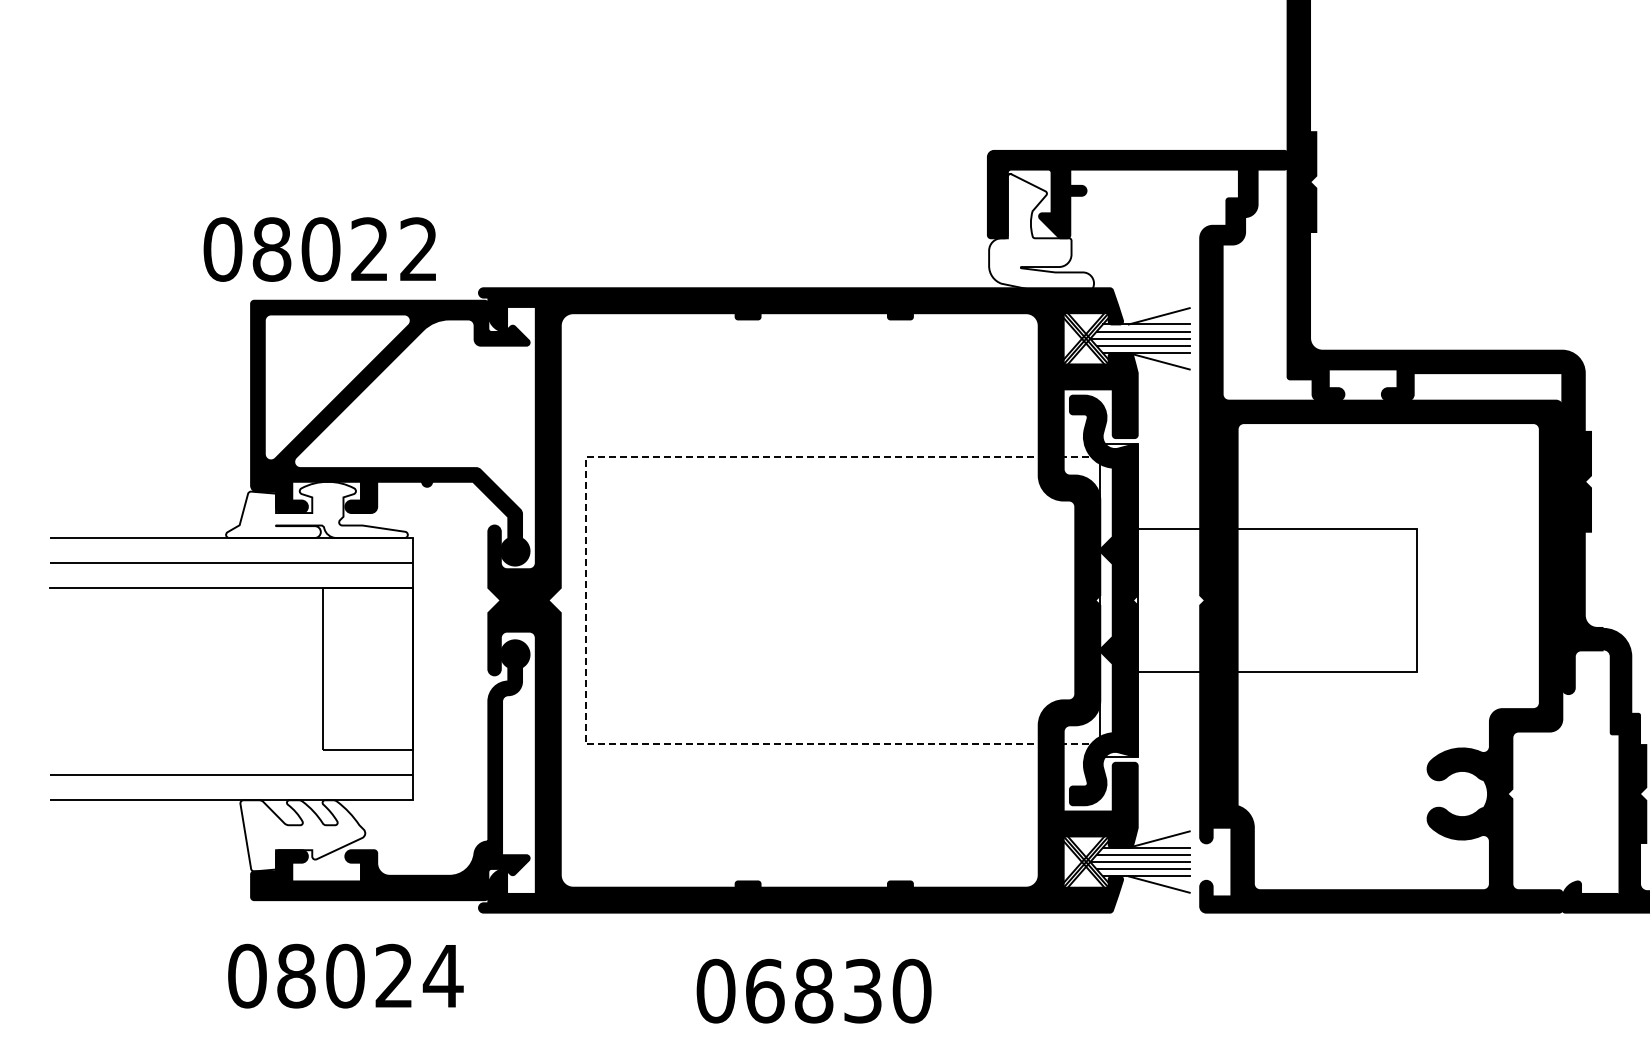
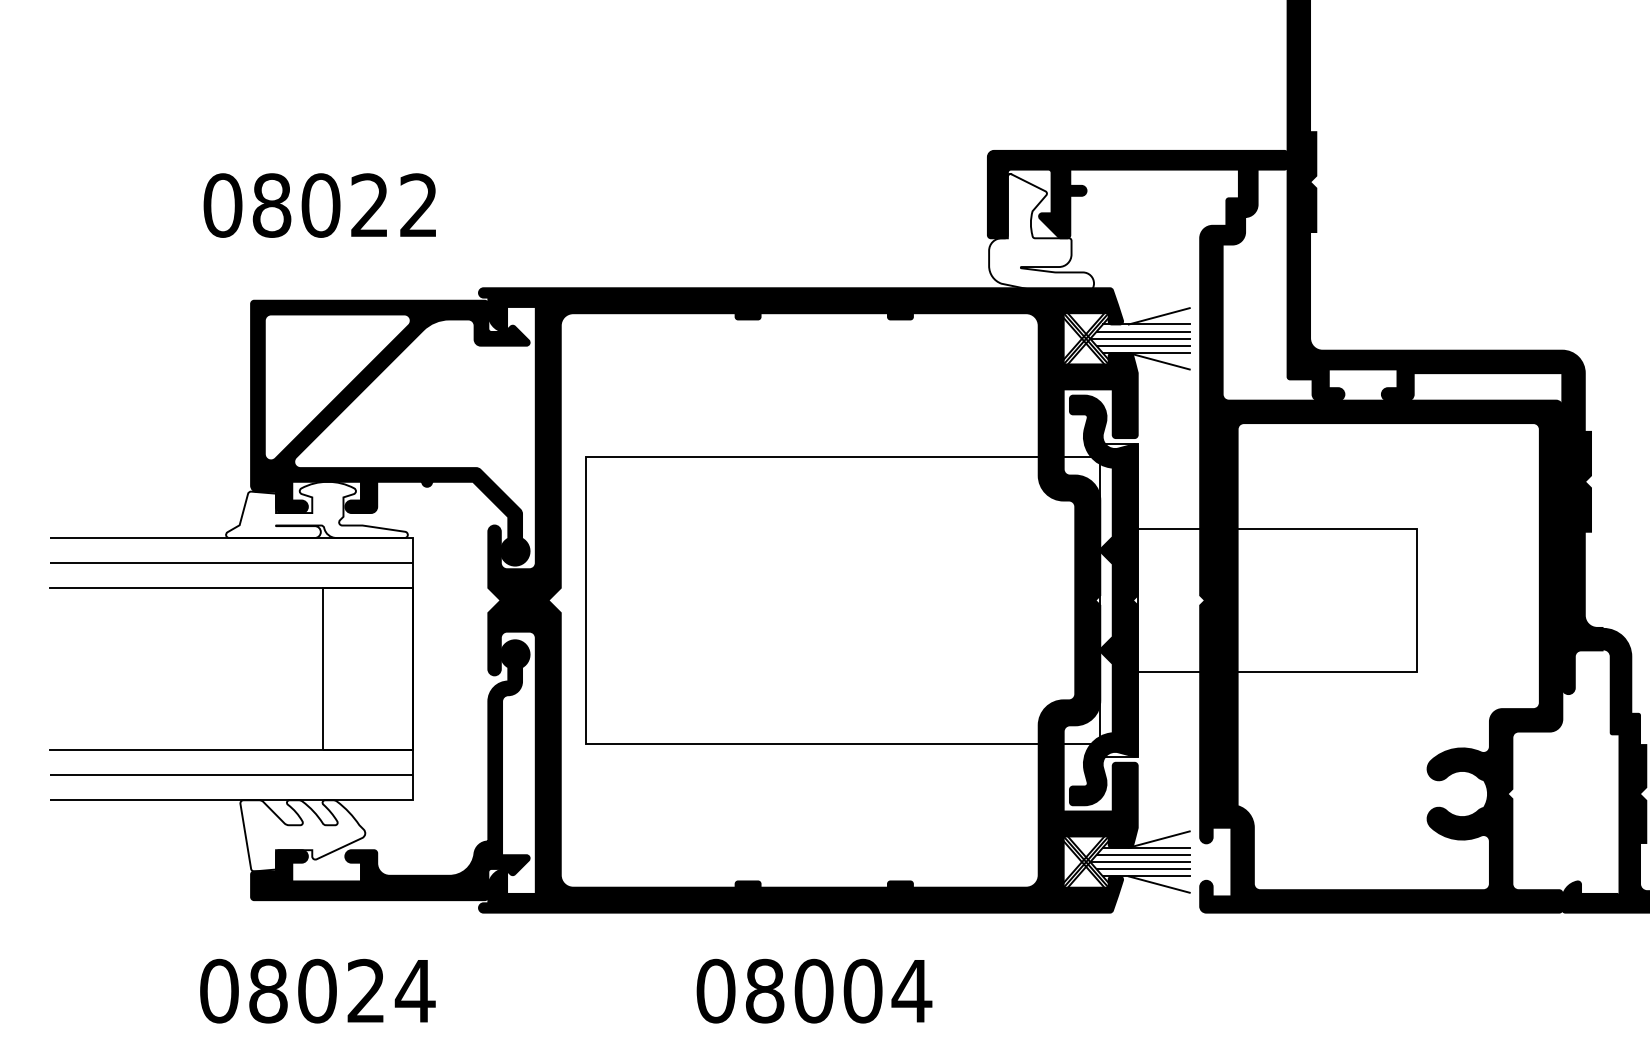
text at (319, 249) position: (319, 249) -> (319, 205)
line at (585, 600): dashed -> solid
line at (231, 750): none -> present
text at (345, 975) position: (345, 975) -> (317, 990)
text at (838, 990): 06830 -> 08004
